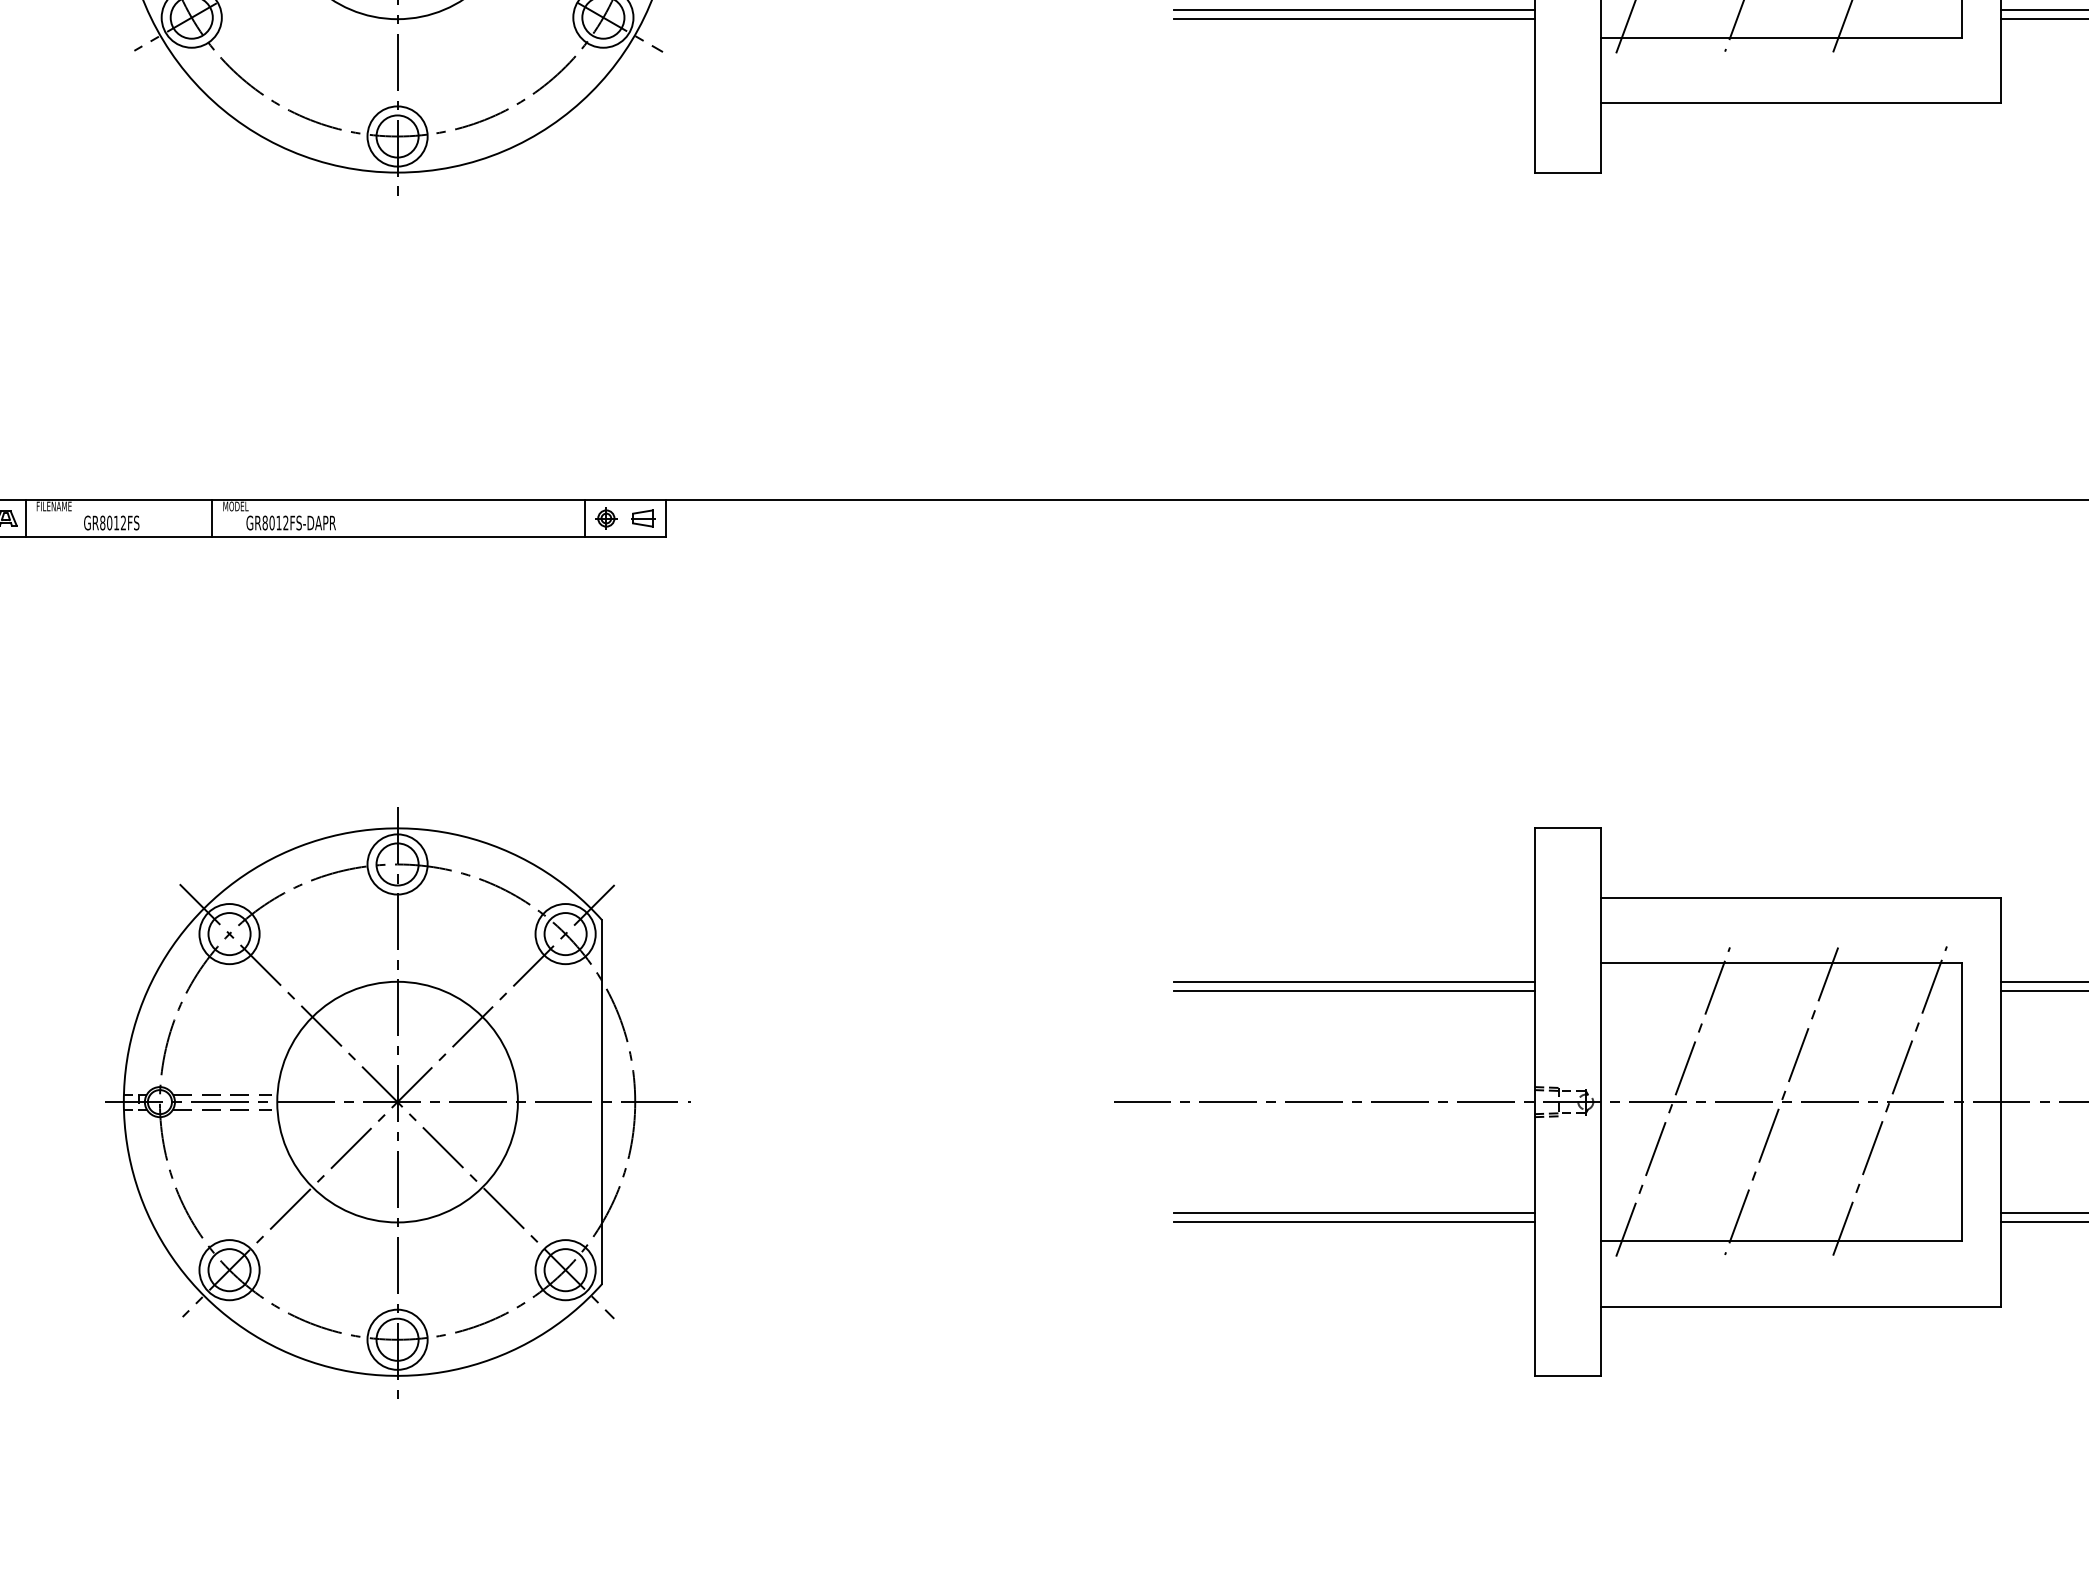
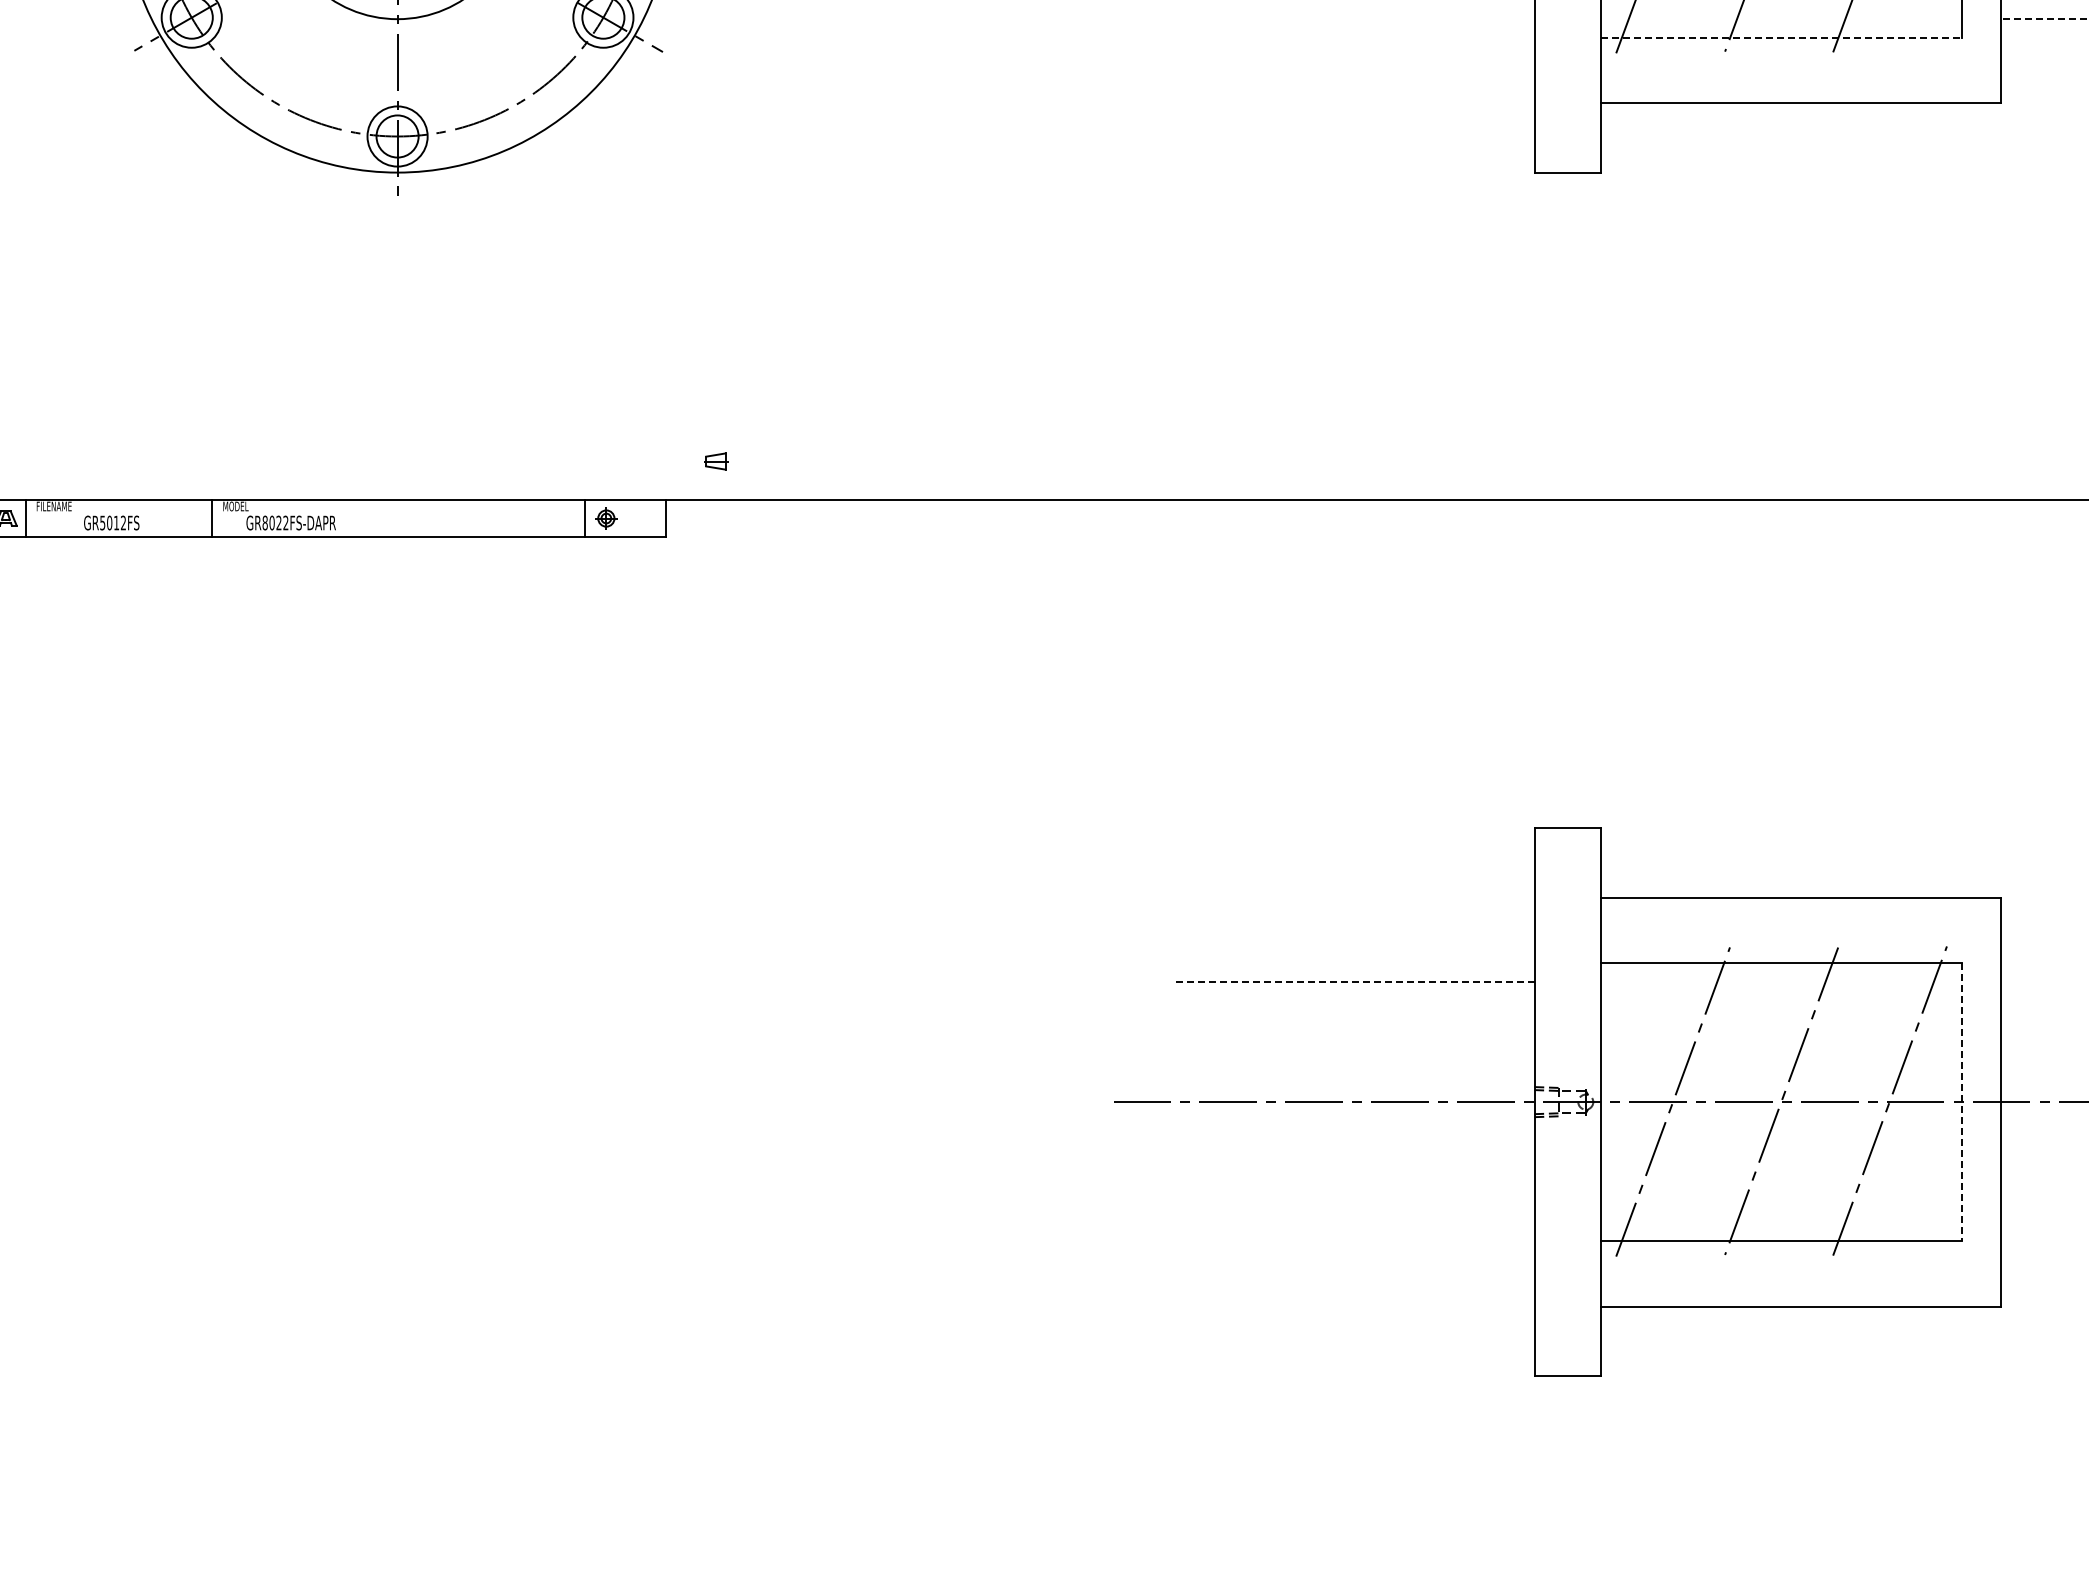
line at (1353, 10): present -> none
line at (2042, 10): present -> none
line at (1353, 19): present -> none
line at (2044, 19): solid -> dashed
line at (1781, 37): solid -> dashed
part at (643, 518) position: (643, 518) -> (716, 461)
text at (102, 522): GR8012FS -> GR5012FS
text at (278, 522): GR8012FS-DAPR -> GR8022FS-DAPR
line at (1353, 981): solid -> dashed
line at (2042, 981): present -> none
line at (1353, 990): present -> none
line at (2042, 990): present -> none
part at (397, 1102): present -> none
line at (1961, 1102): solid -> dashed
line at (1353, 1213): present -> none
line at (2042, 1213): present -> none
line at (1353, 1222): present -> none
line at (2042, 1222): present -> none
